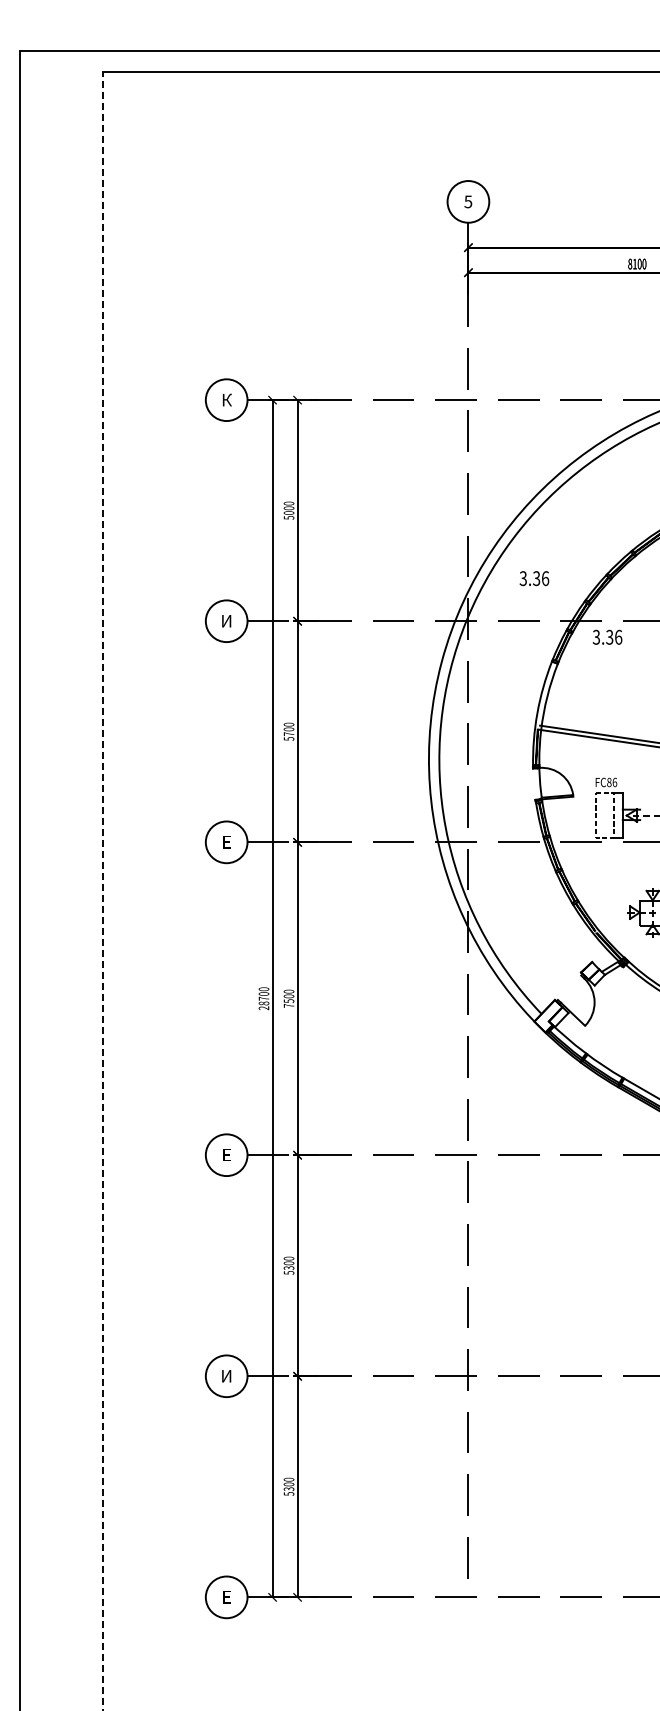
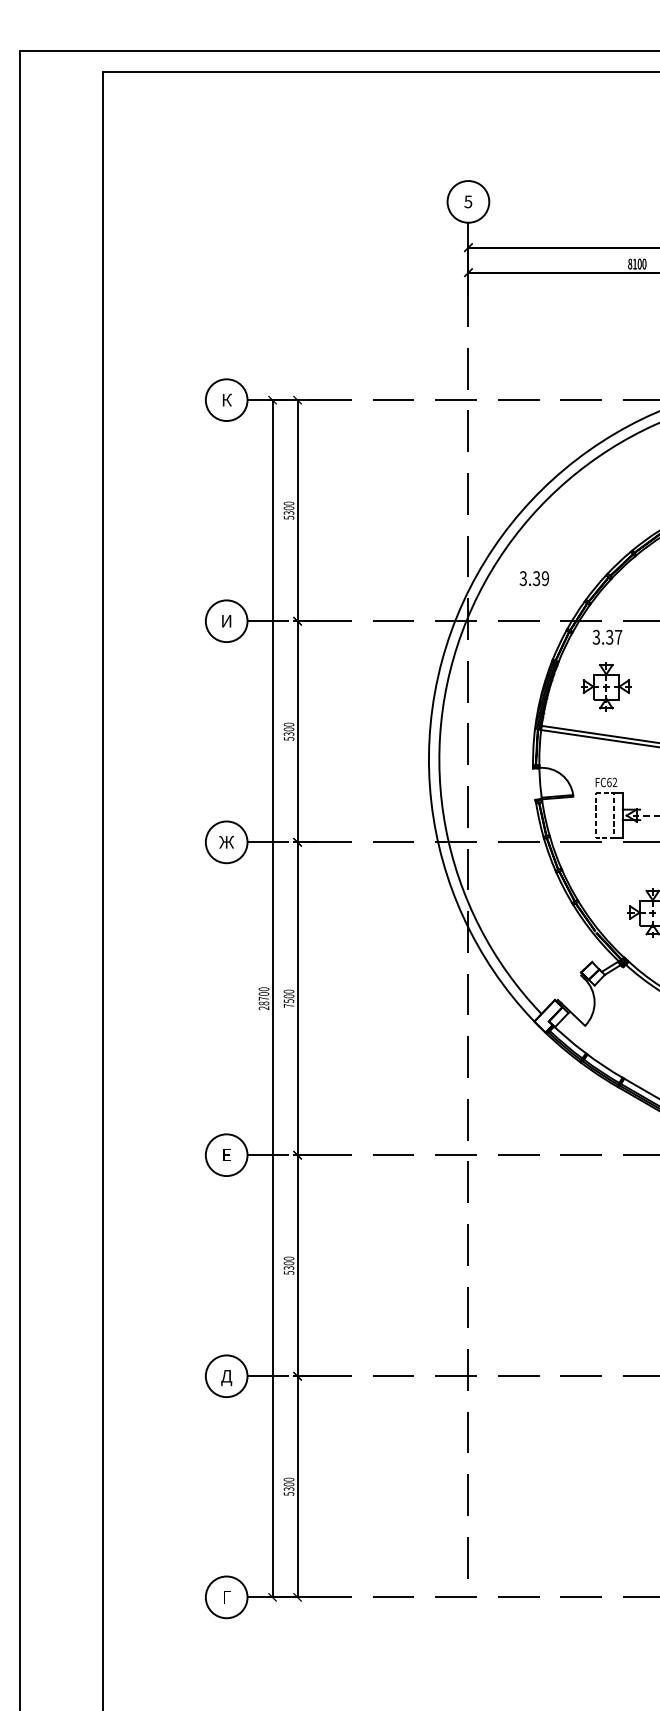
text at (289, 512): 5000 -> 5300
text at (545, 578): 3.36 -> 3.39
text at (618, 636): 3.36 -> 3.37
part at (606, 686): none -> present
hatch at (546, 695): none -> present
text at (288, 734): 5700 -> 5300
text at (612, 781): FC86 -> FC62
text at (226, 841): Е -> Ж
line at (103, 890): dashed -> solid
text at (226, 1378): И -> Д
text at (226, 1597): Е -> Г
